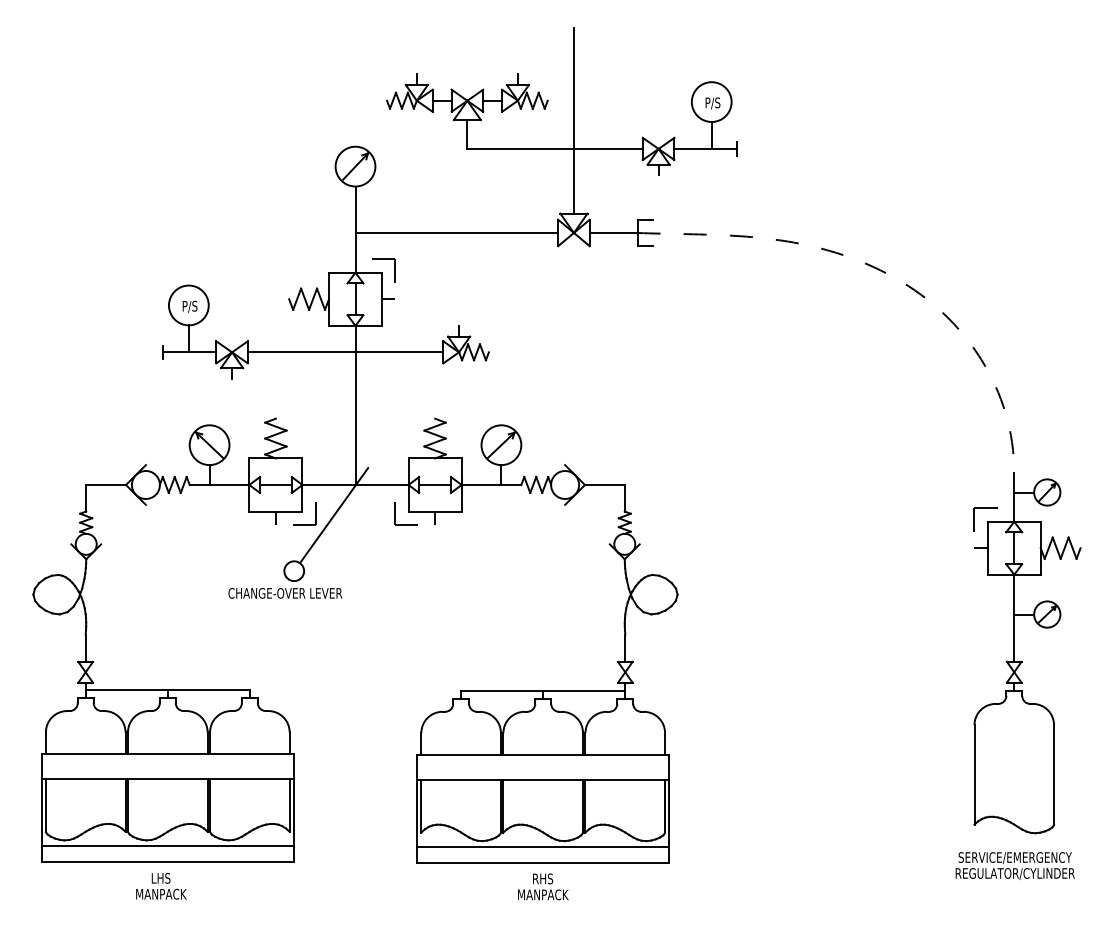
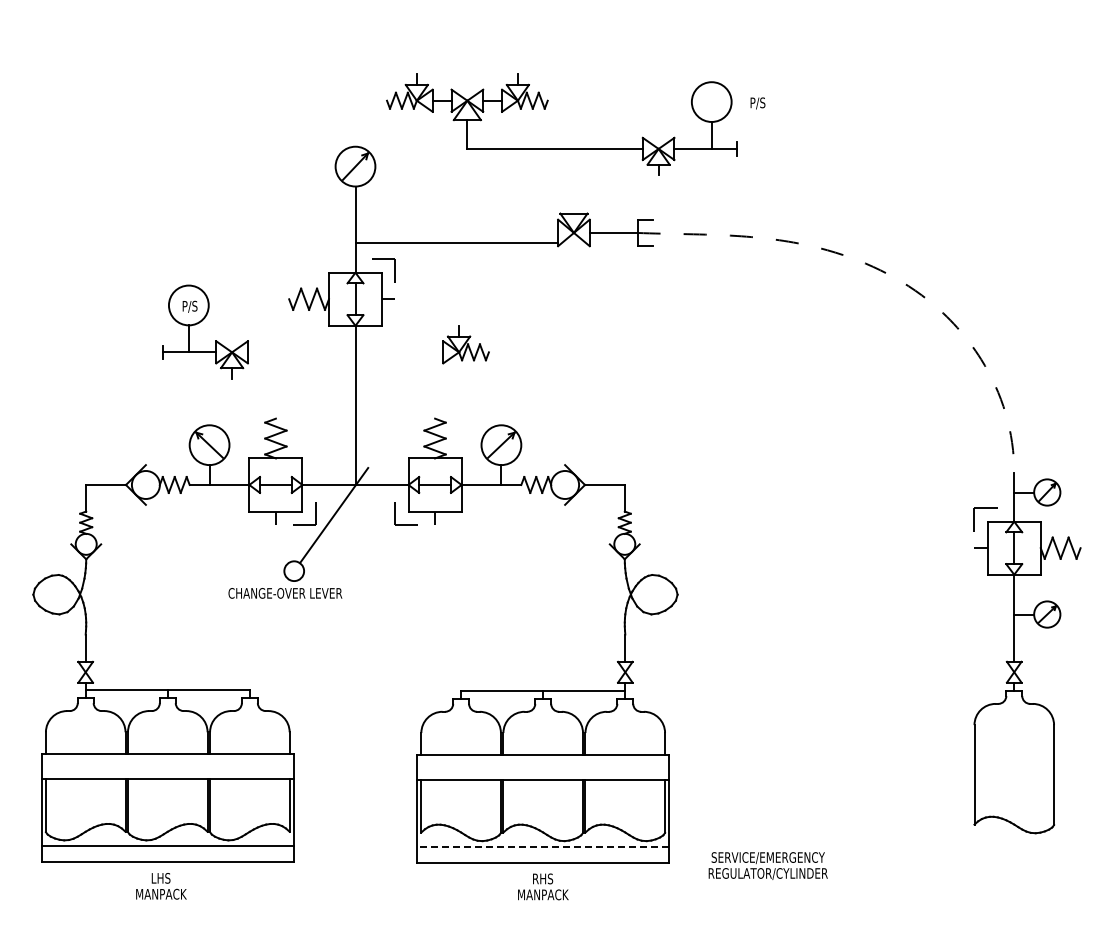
text at (712, 103) position: (712, 103) -> (757, 103)
line at (573, 120): present -> none
line at (456, 232) position: (456, 232) -> (456, 242)
line at (345, 352): present -> none
line at (542, 846): solid -> dashed
text at (1014, 865) position: (1014, 865) -> (767, 865)
